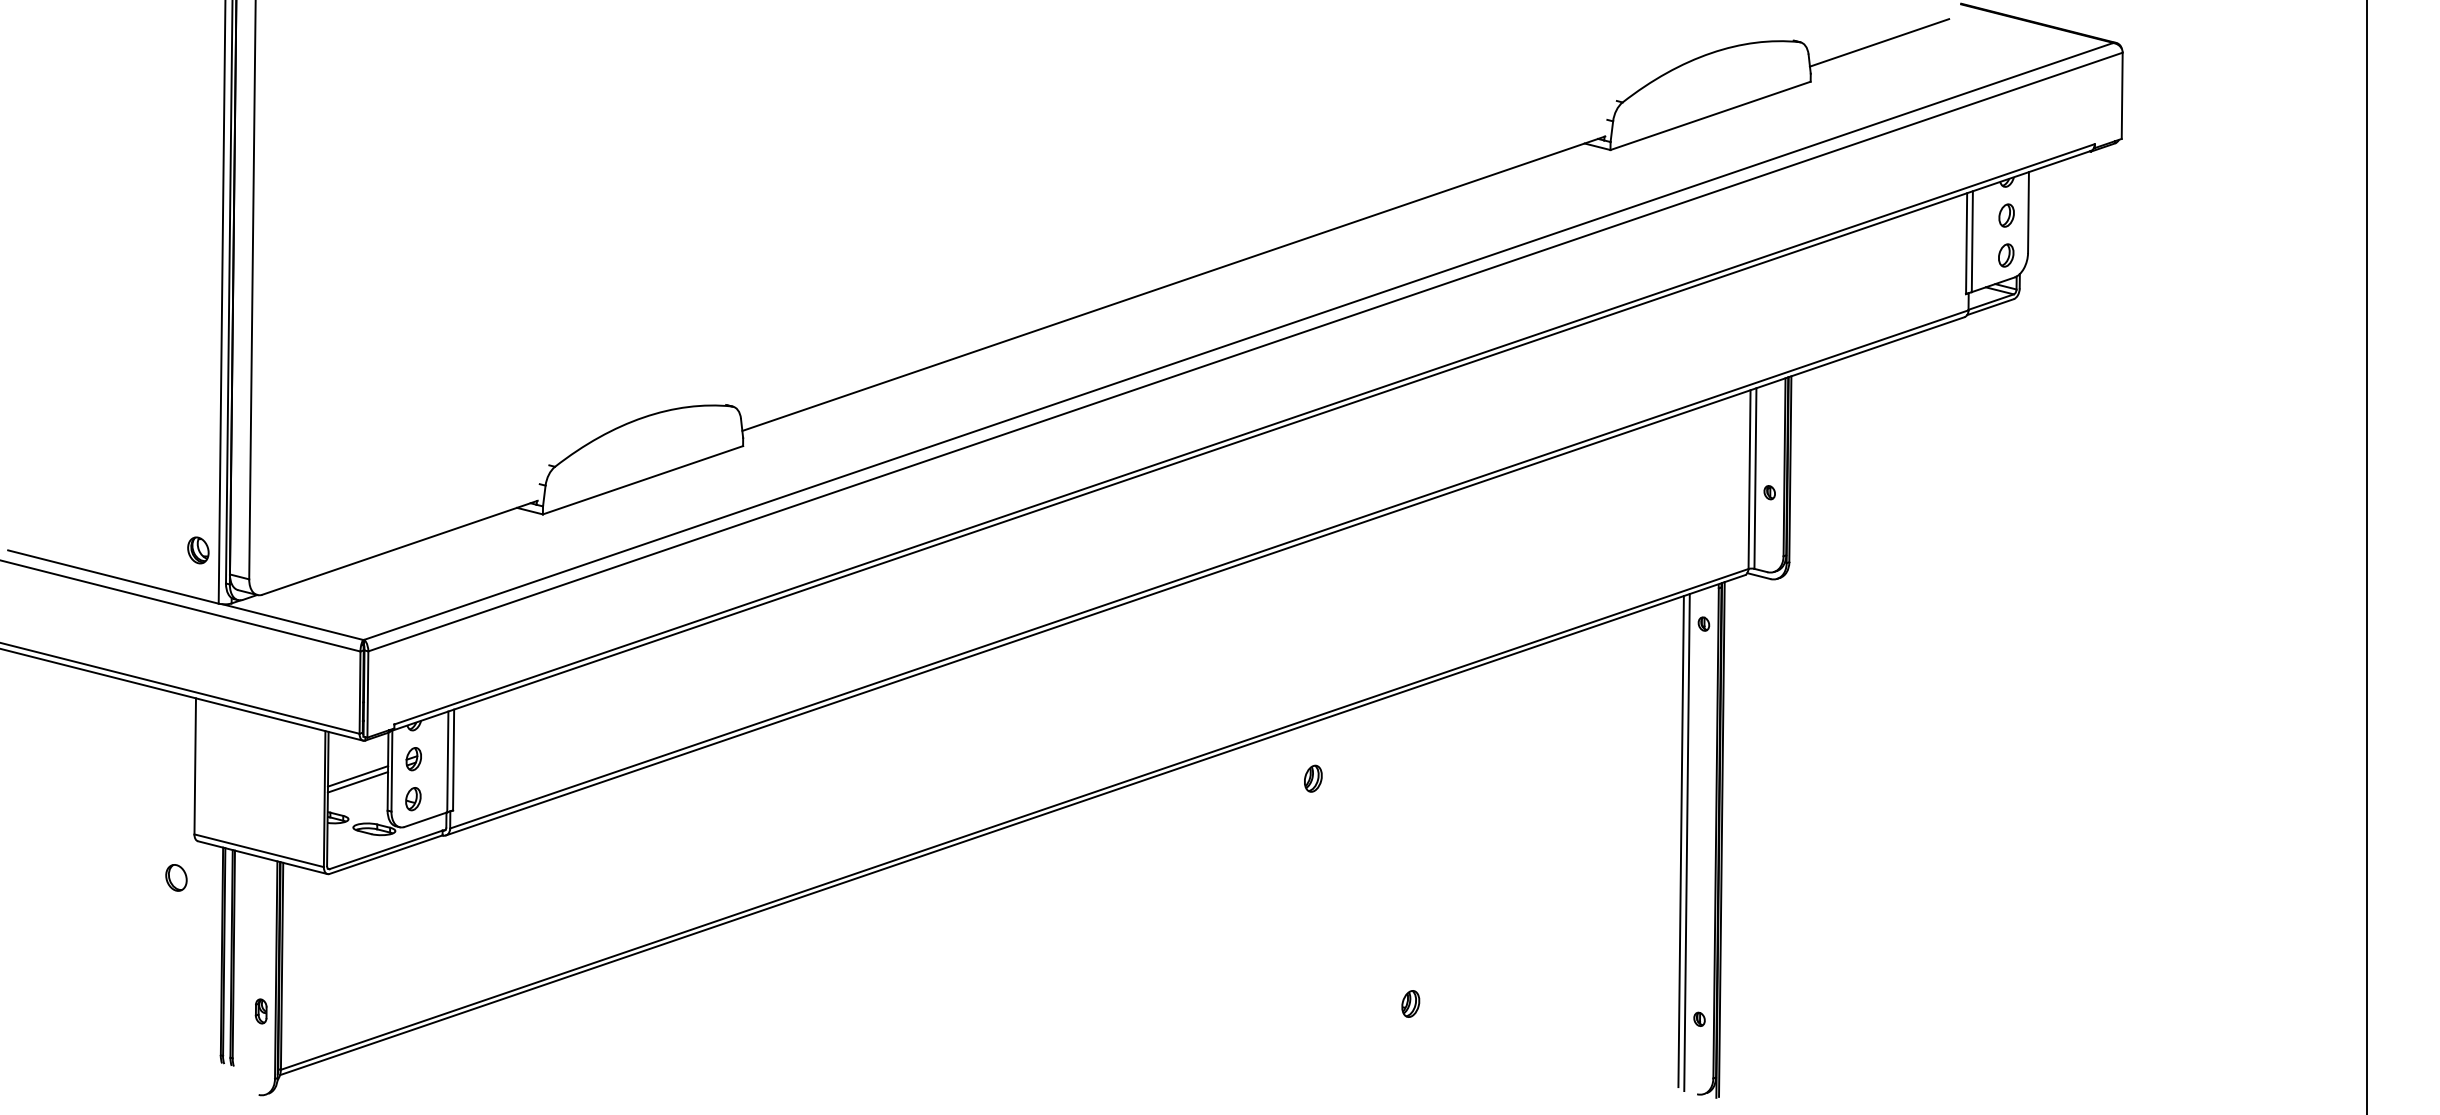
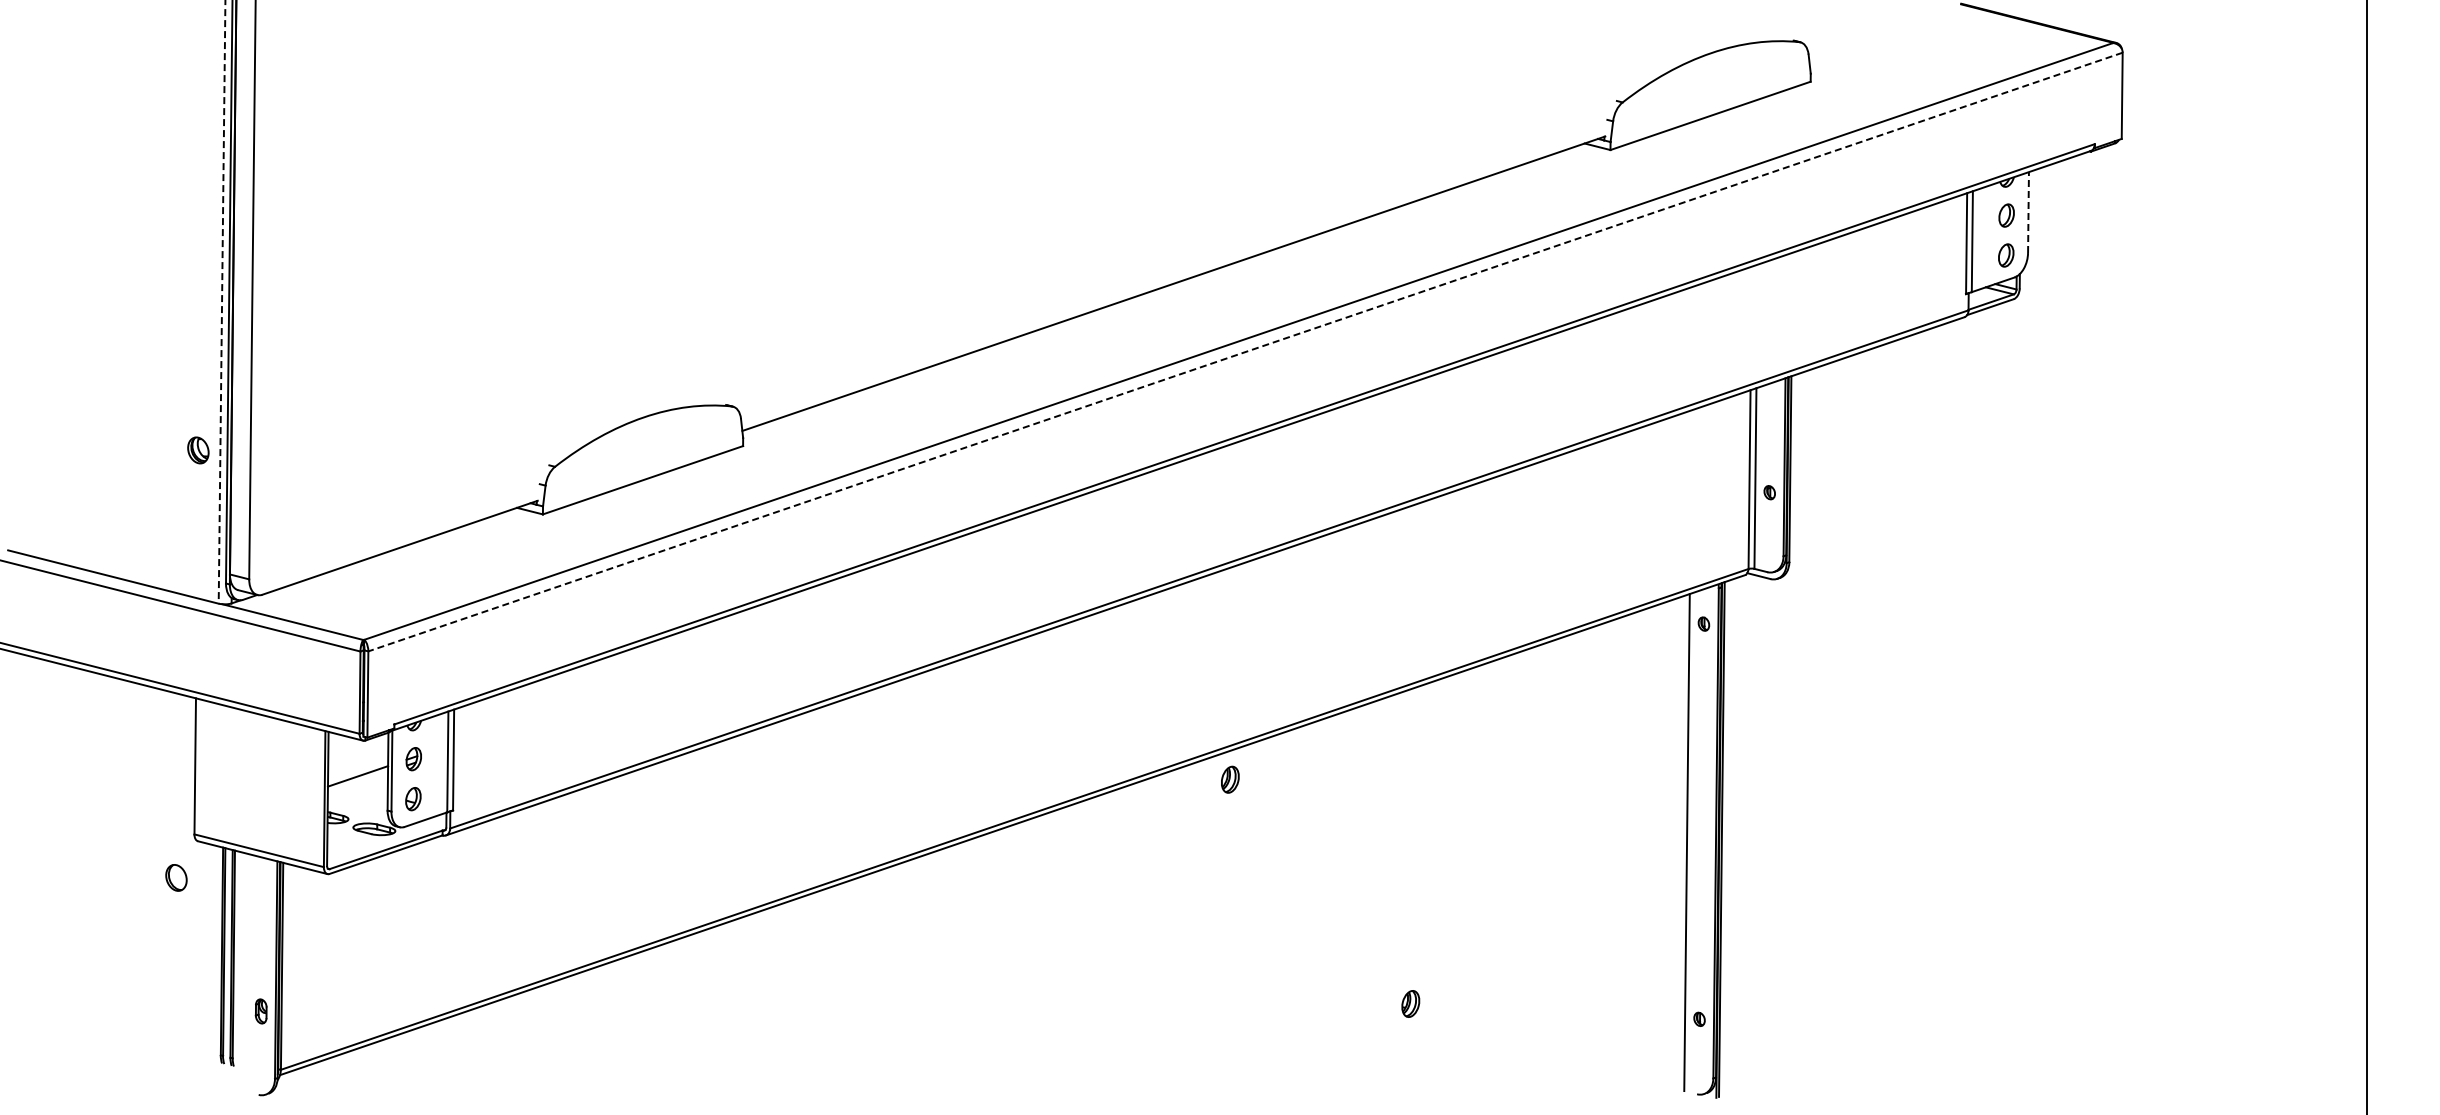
line at (1879, 42): present -> none
line at (2028, 212): solid -> dashed
line at (222, 302): solid -> dashed
line at (1245, 352): solid -> dashed
part at (198, 550) position: (198, 550) -> (198, 450)
part at (1313, 778) position: (1313, 778) -> (1230, 779)
line at (357, 782): present -> none
line at (1680, 841): present -> none
